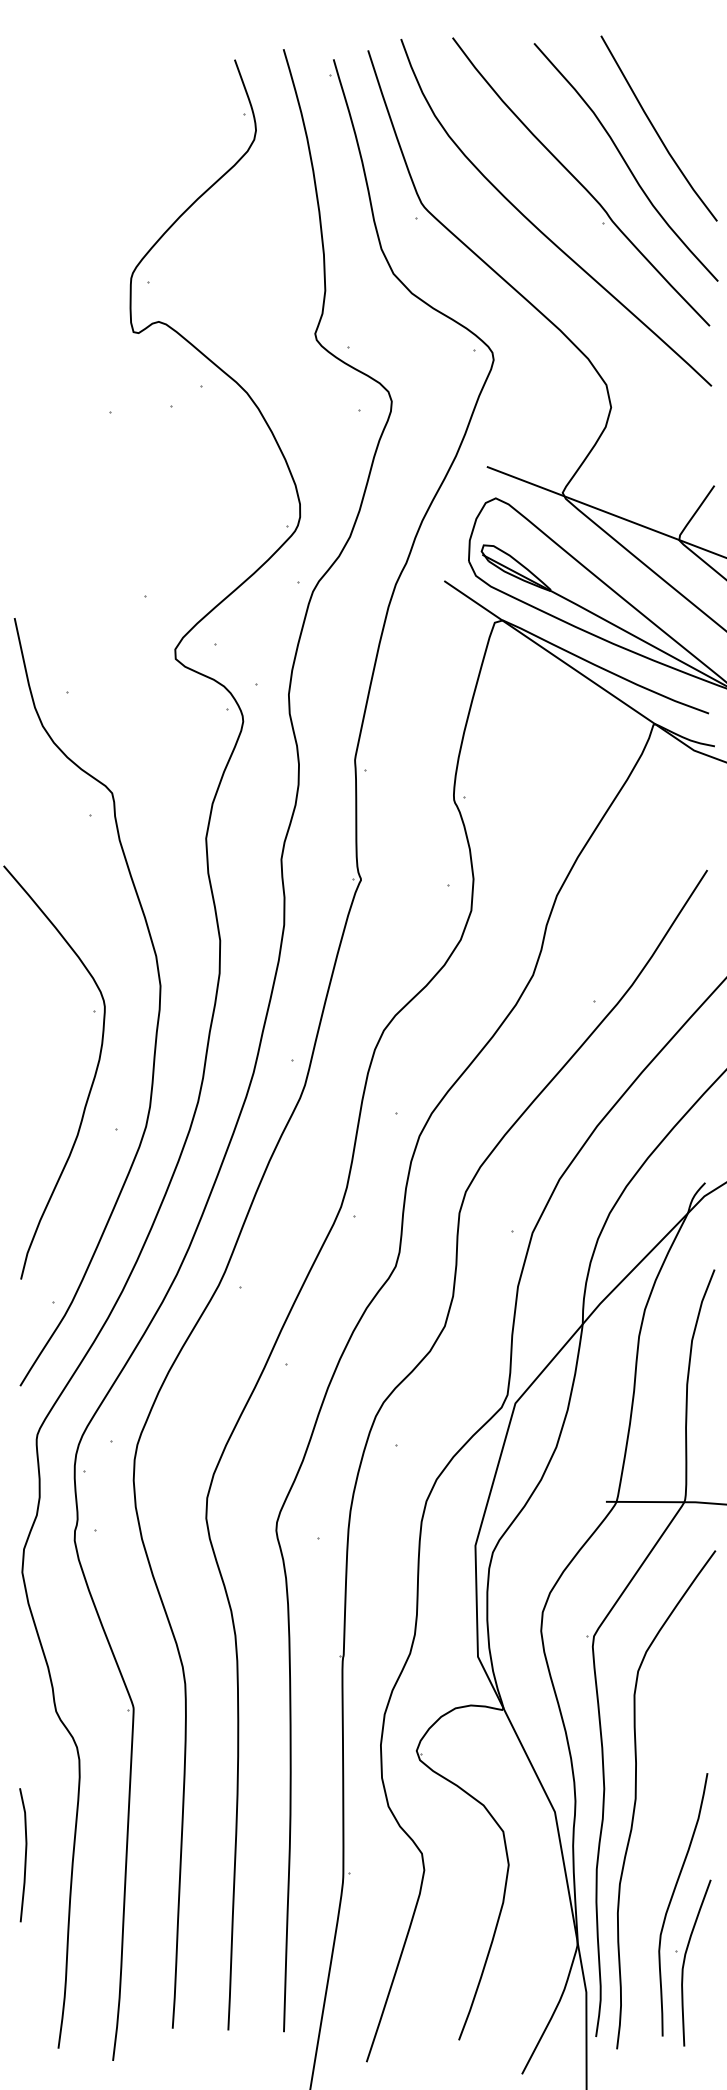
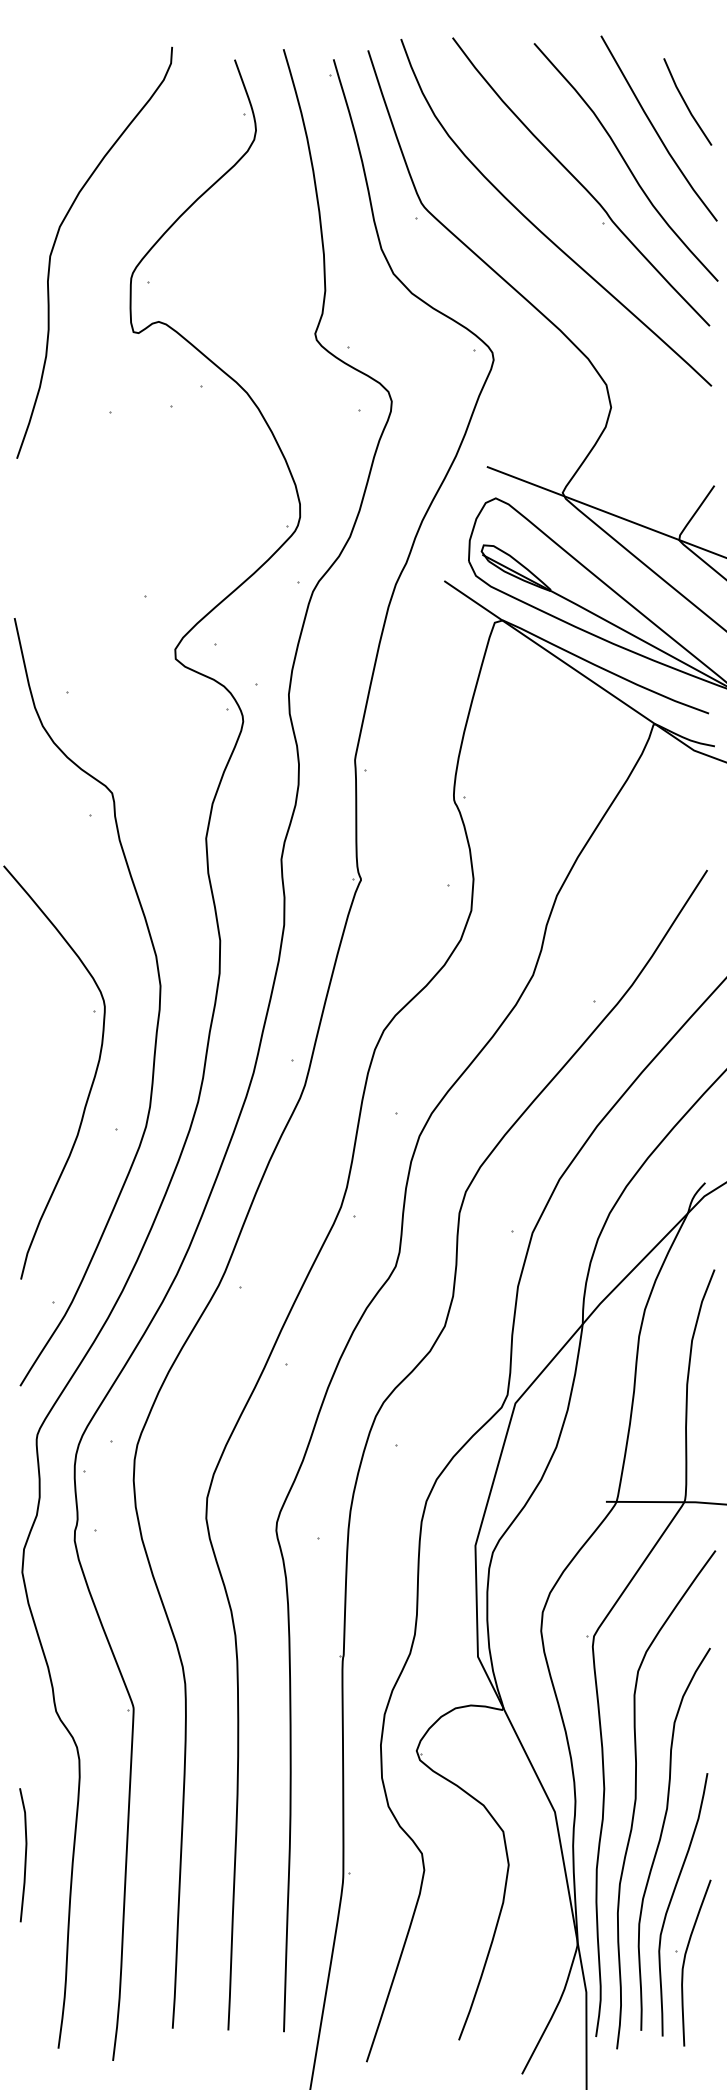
line at (685, 101): none -> present
curve at (56, 240): none -> present
curve at (662, 1834): none -> present
